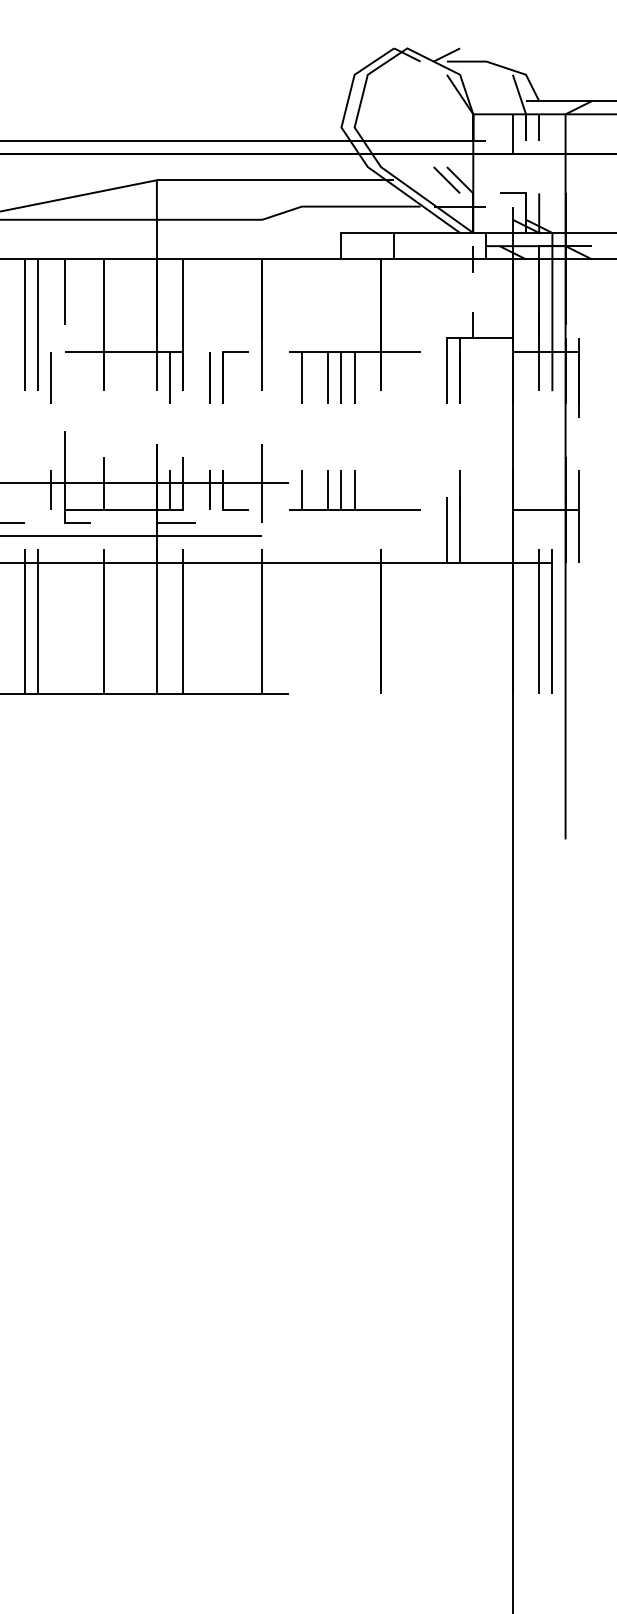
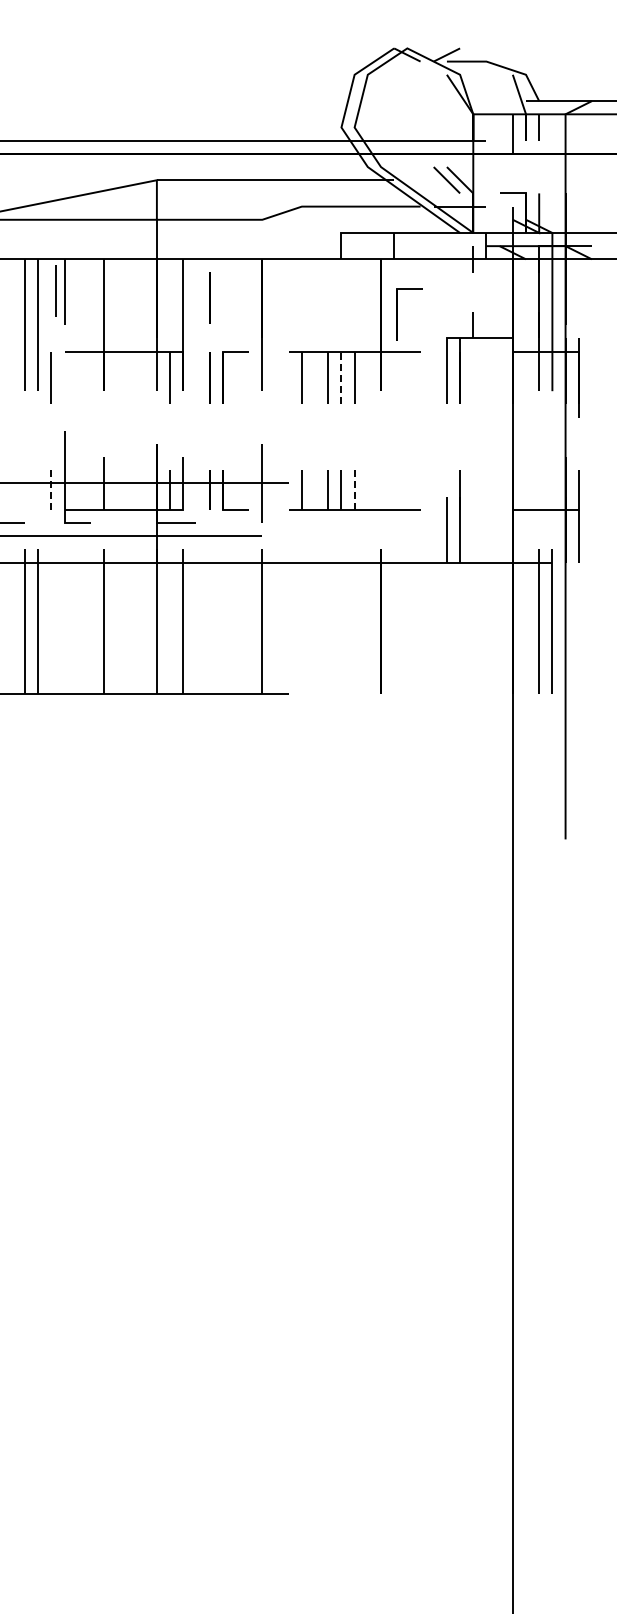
line at (55, 290): none -> present
line at (209, 297): none -> present
curve at (397, 314): none -> present
line at (341, 377): solid -> dashed
line at (51, 490): solid -> dashed
line at (354, 490): solid -> dashed
